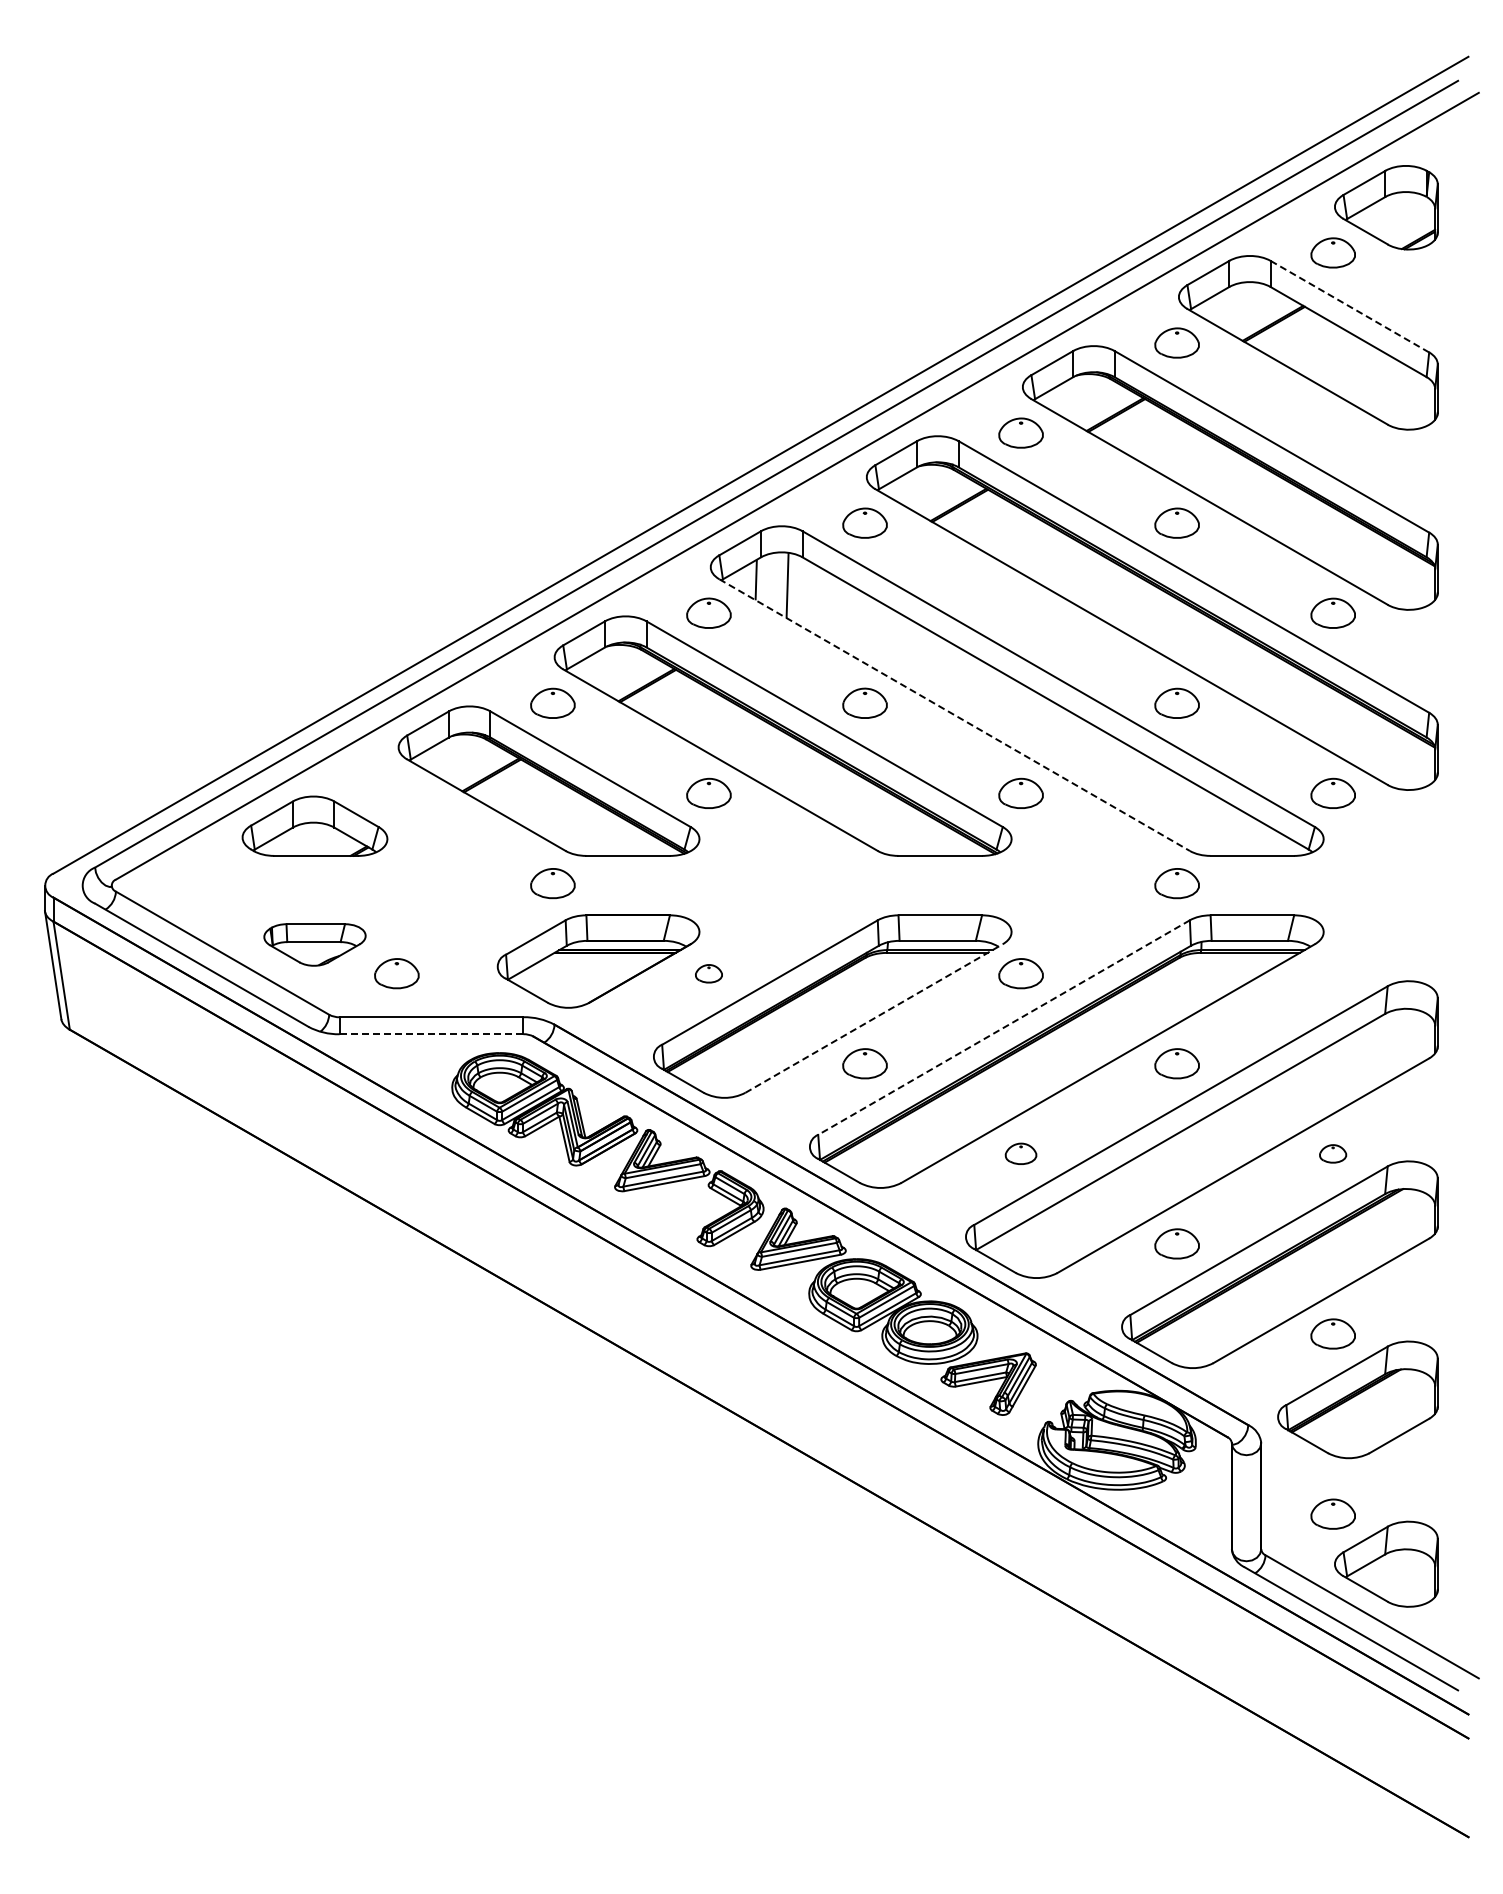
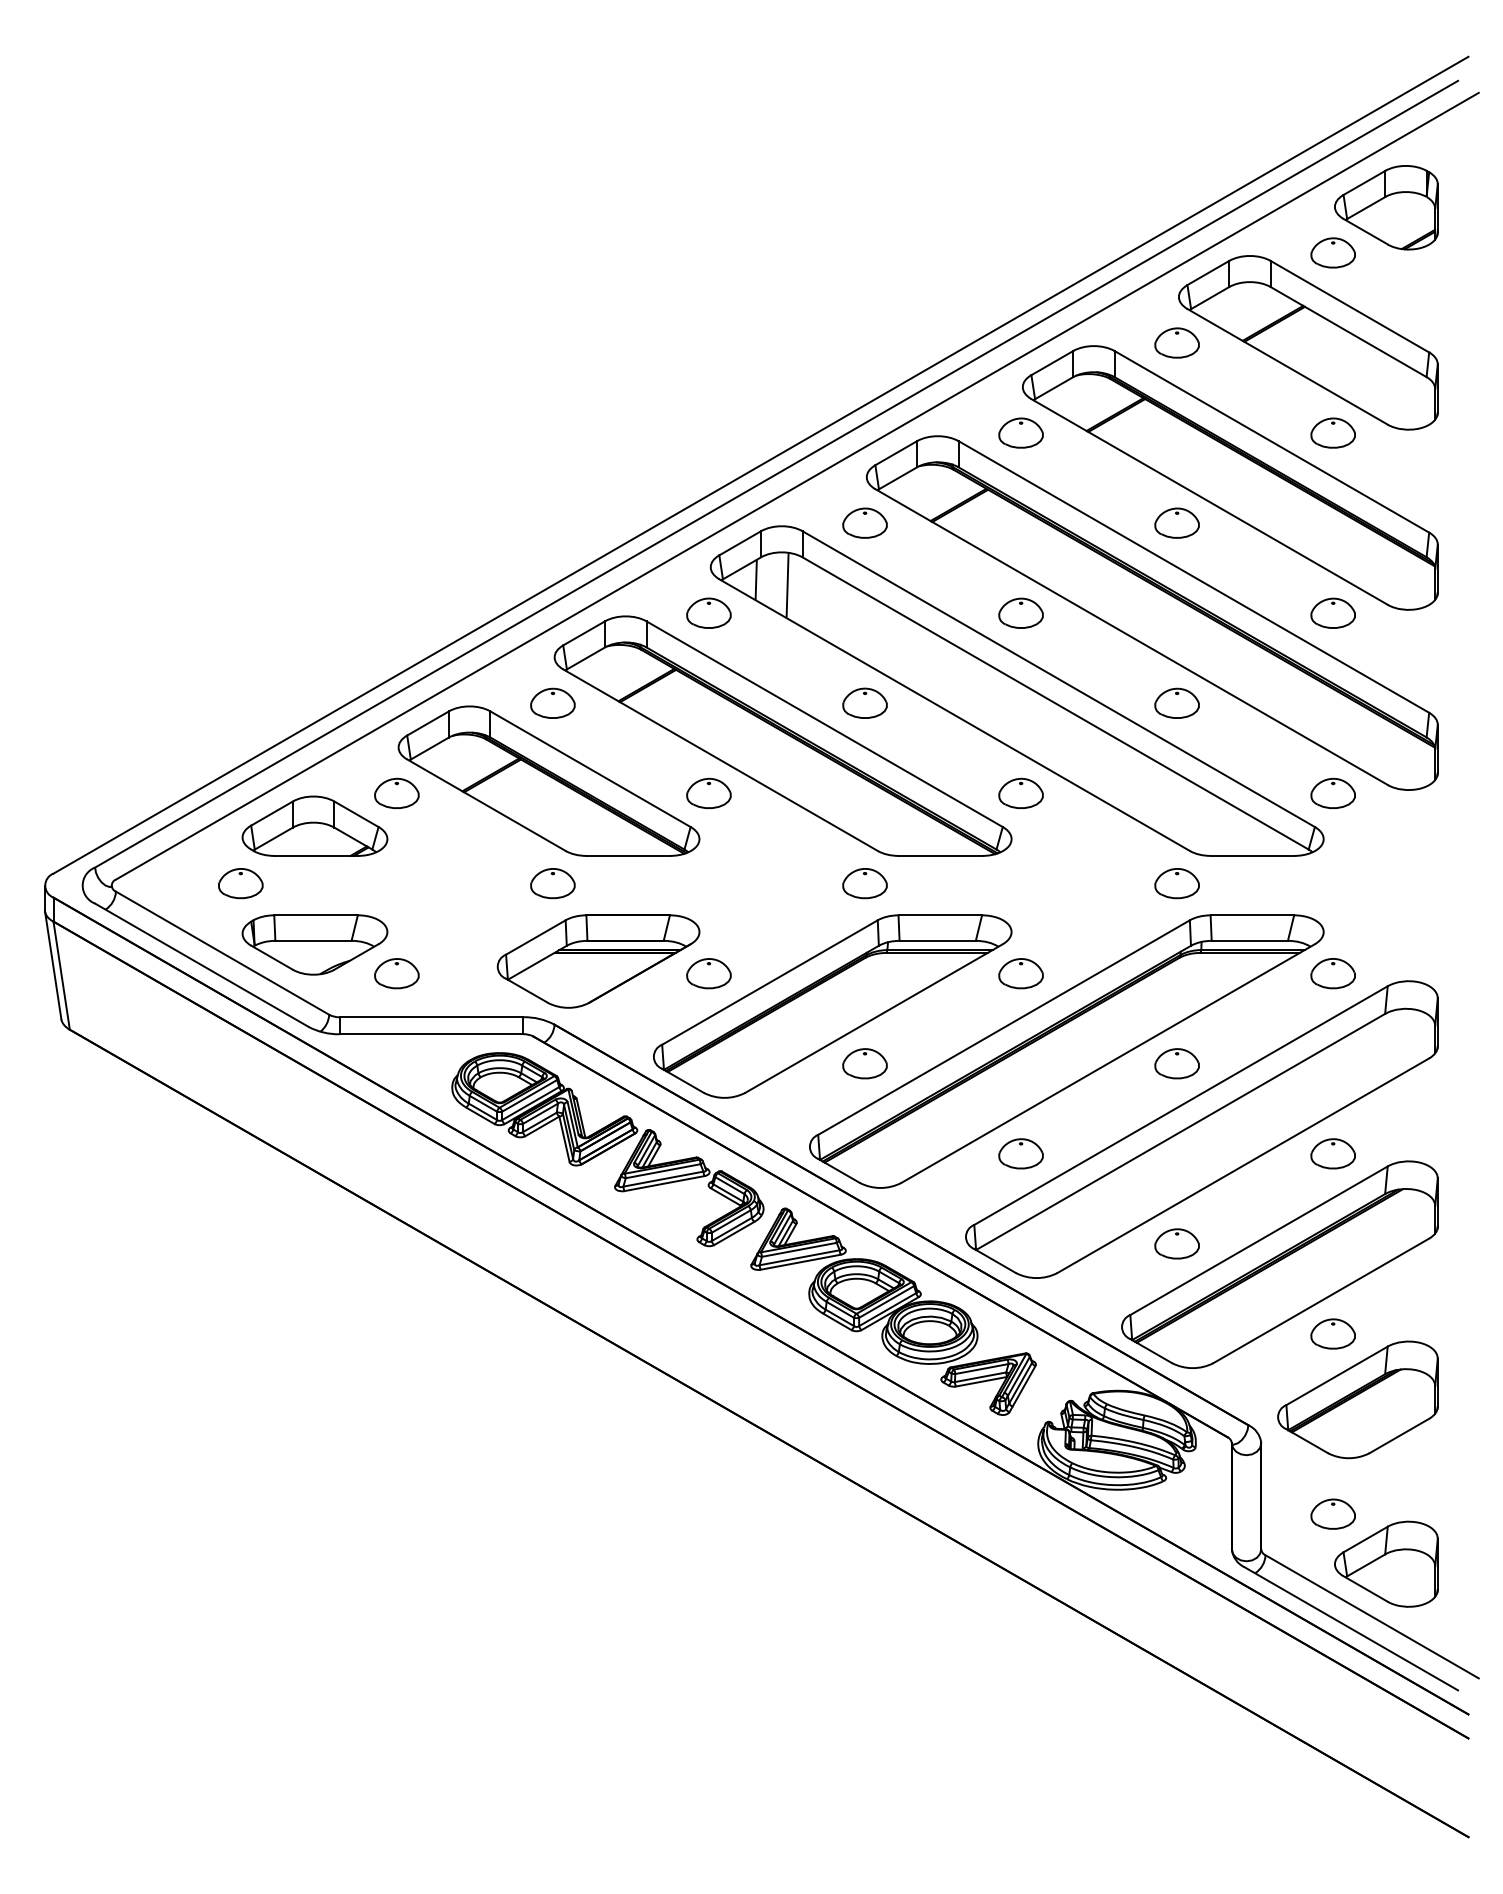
line at (1349, 306): dashed -> solid
part at (1332, 432): none -> present
part at (1020, 612): none -> present
line at (954, 715): dashed -> solid
part at (396, 792): none -> present
part at (240, 883): none -> present
part at (864, 883): none -> present
part at (314, 944) size: 104x44 px -> 148x62 px
part at (708, 973) size: 28x20 px -> 46x32 px
part at (1332, 973): none -> present
line at (874, 1018): dashed -> solid
line at (1004, 1027): dashed -> solid
line at (431, 1034): dashed -> solid
part at (1020, 1153) size: 34x23 px -> 46x32 px
part at (1333, 1153) size: 29x20 px -> 46x32 px
